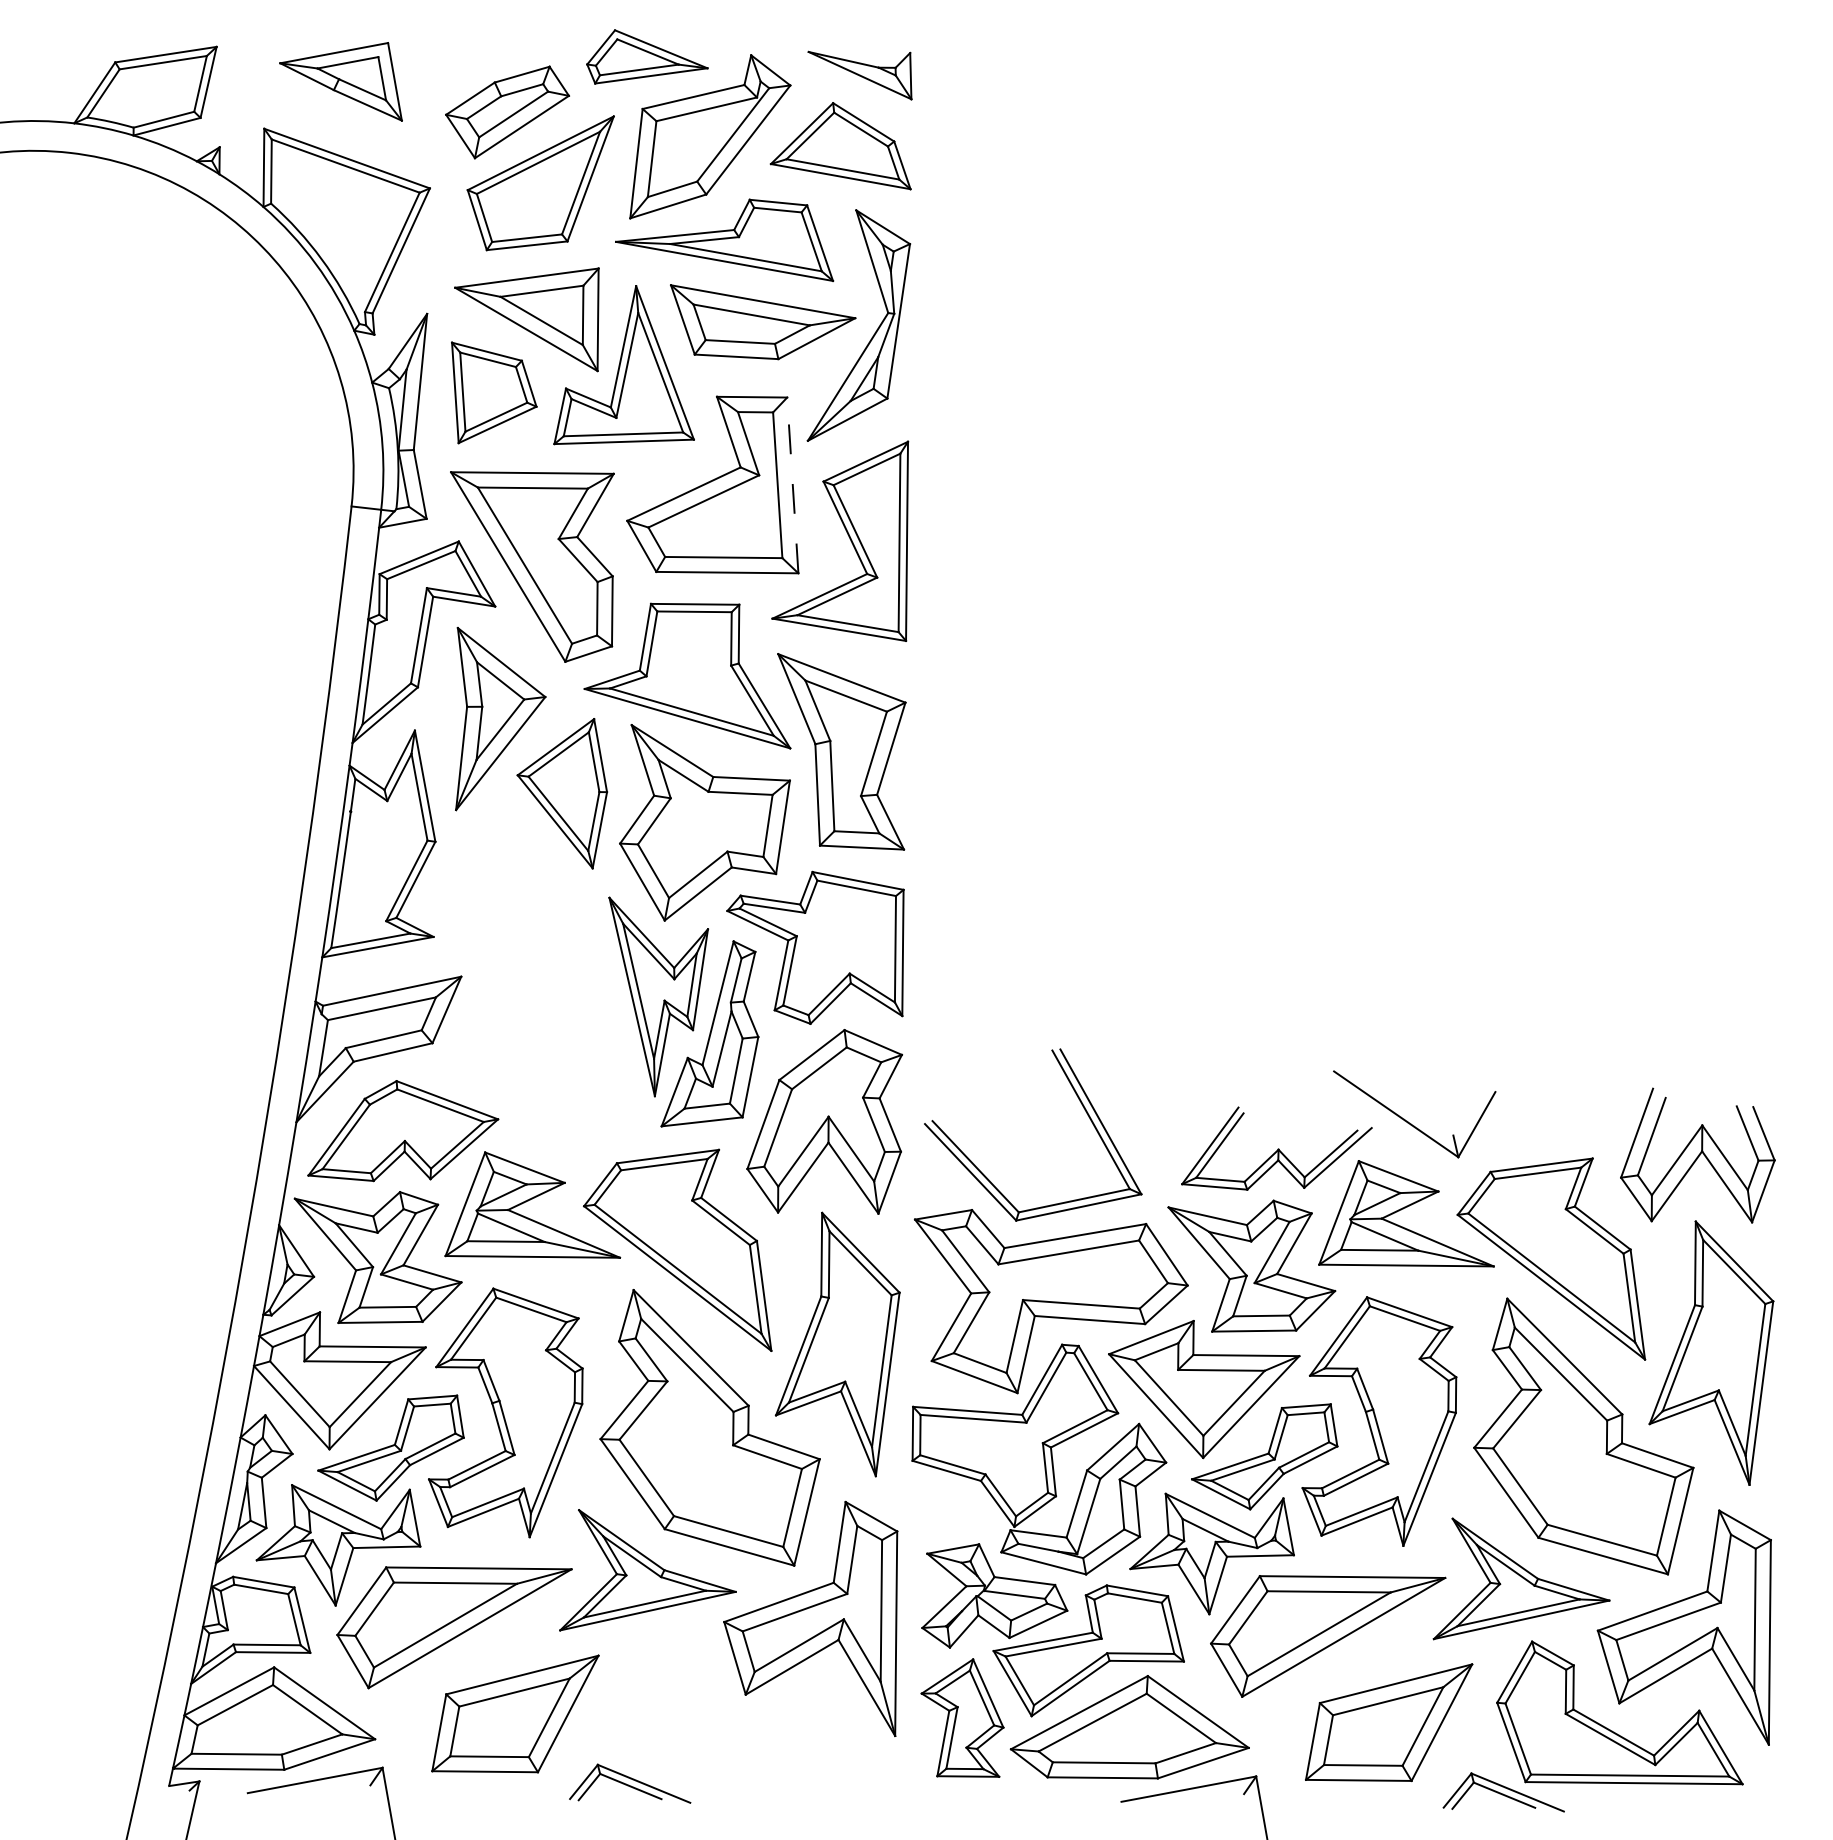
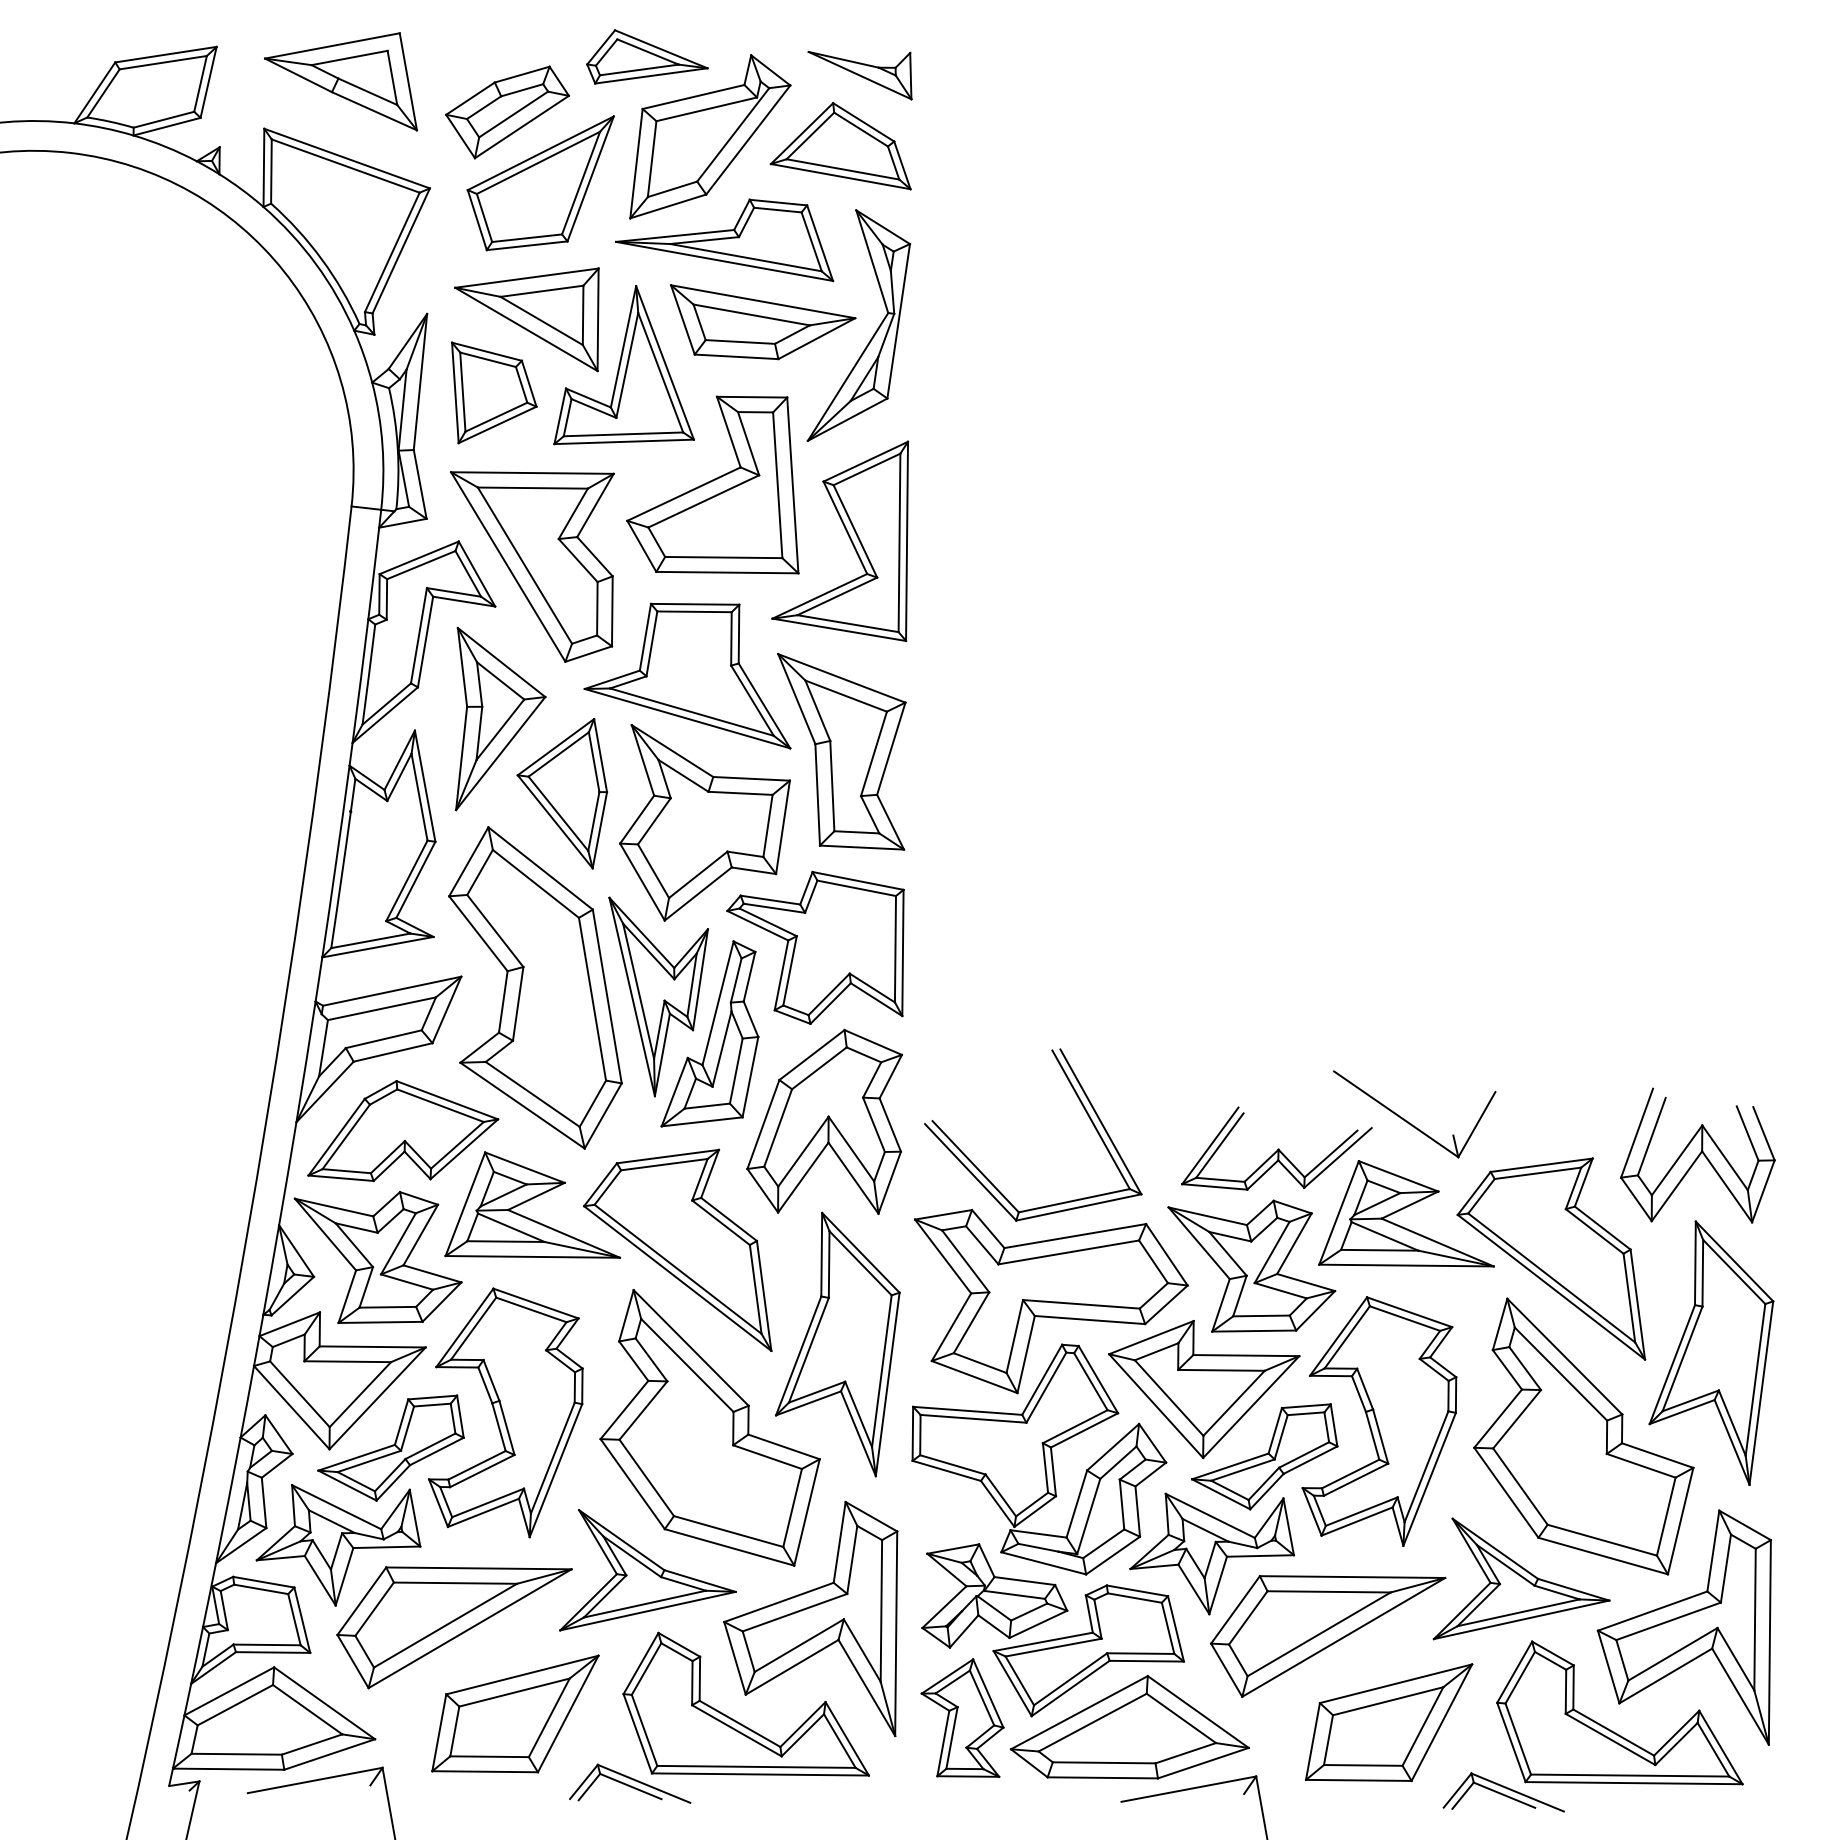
part at (340, 81) size: 124x80 px -> 155x100 px
line at (792, 484): dashed -> solid
part at (535, 987): none -> present
part at (736, 1720): none -> present
